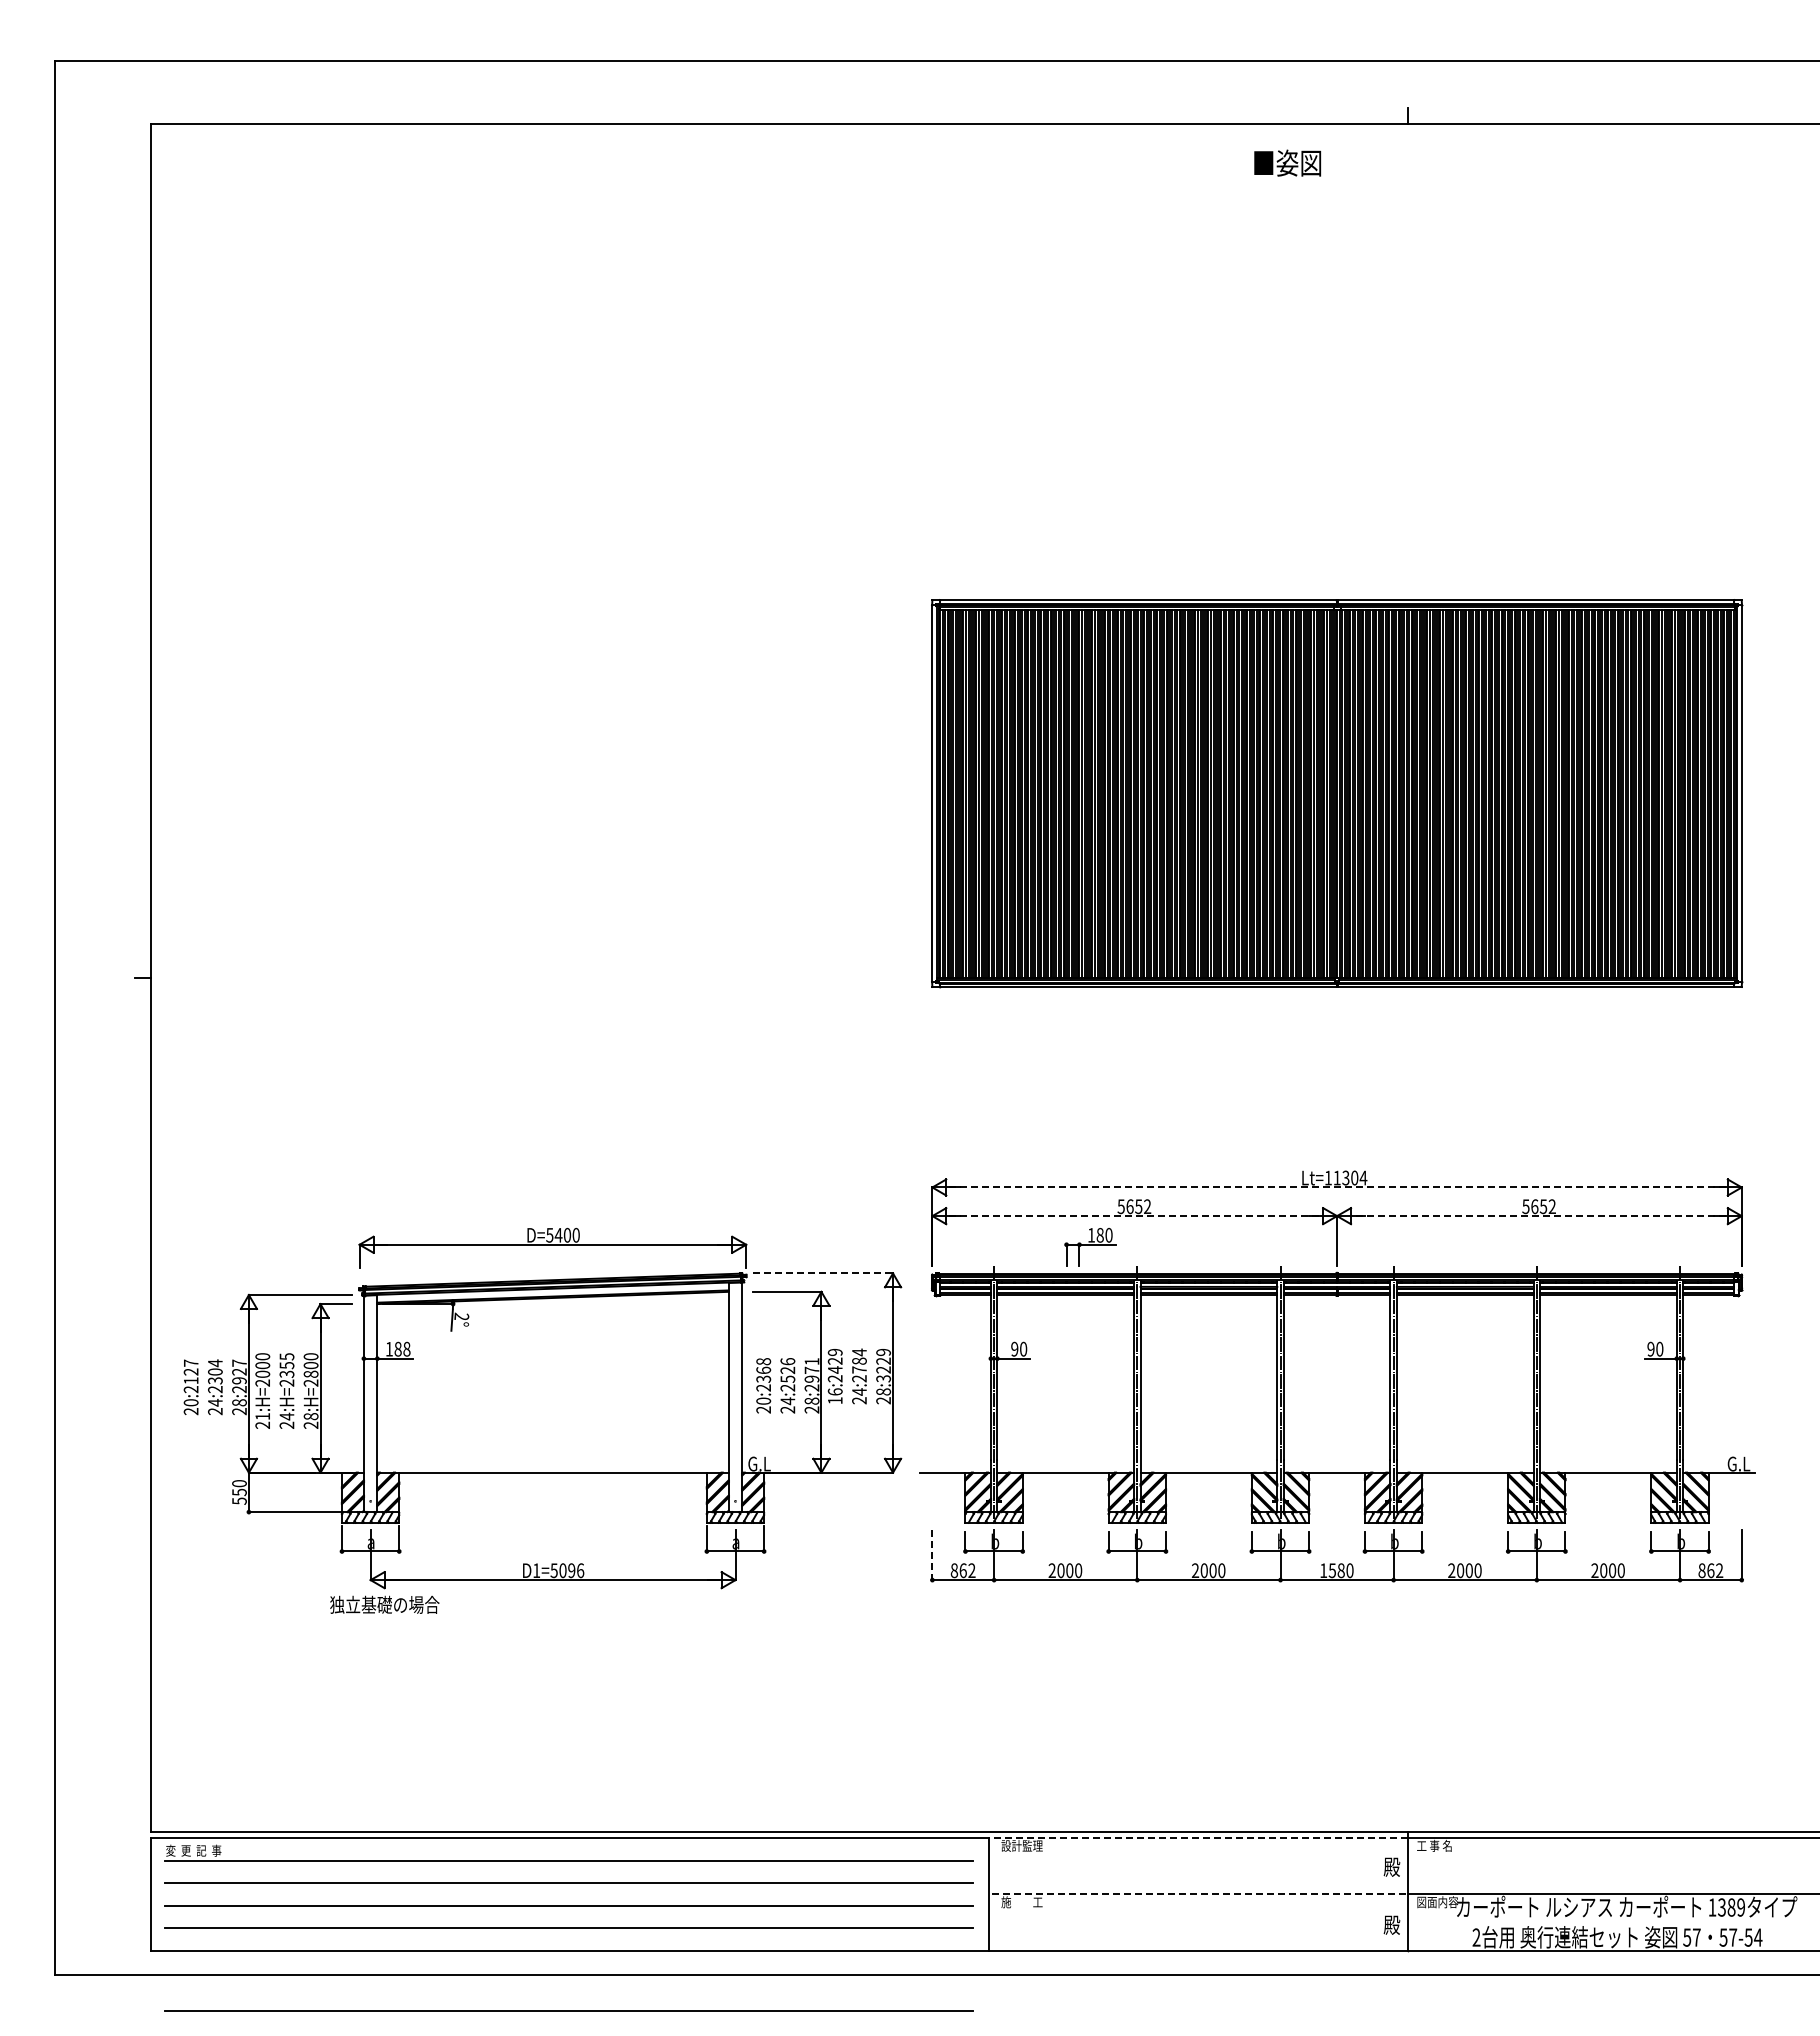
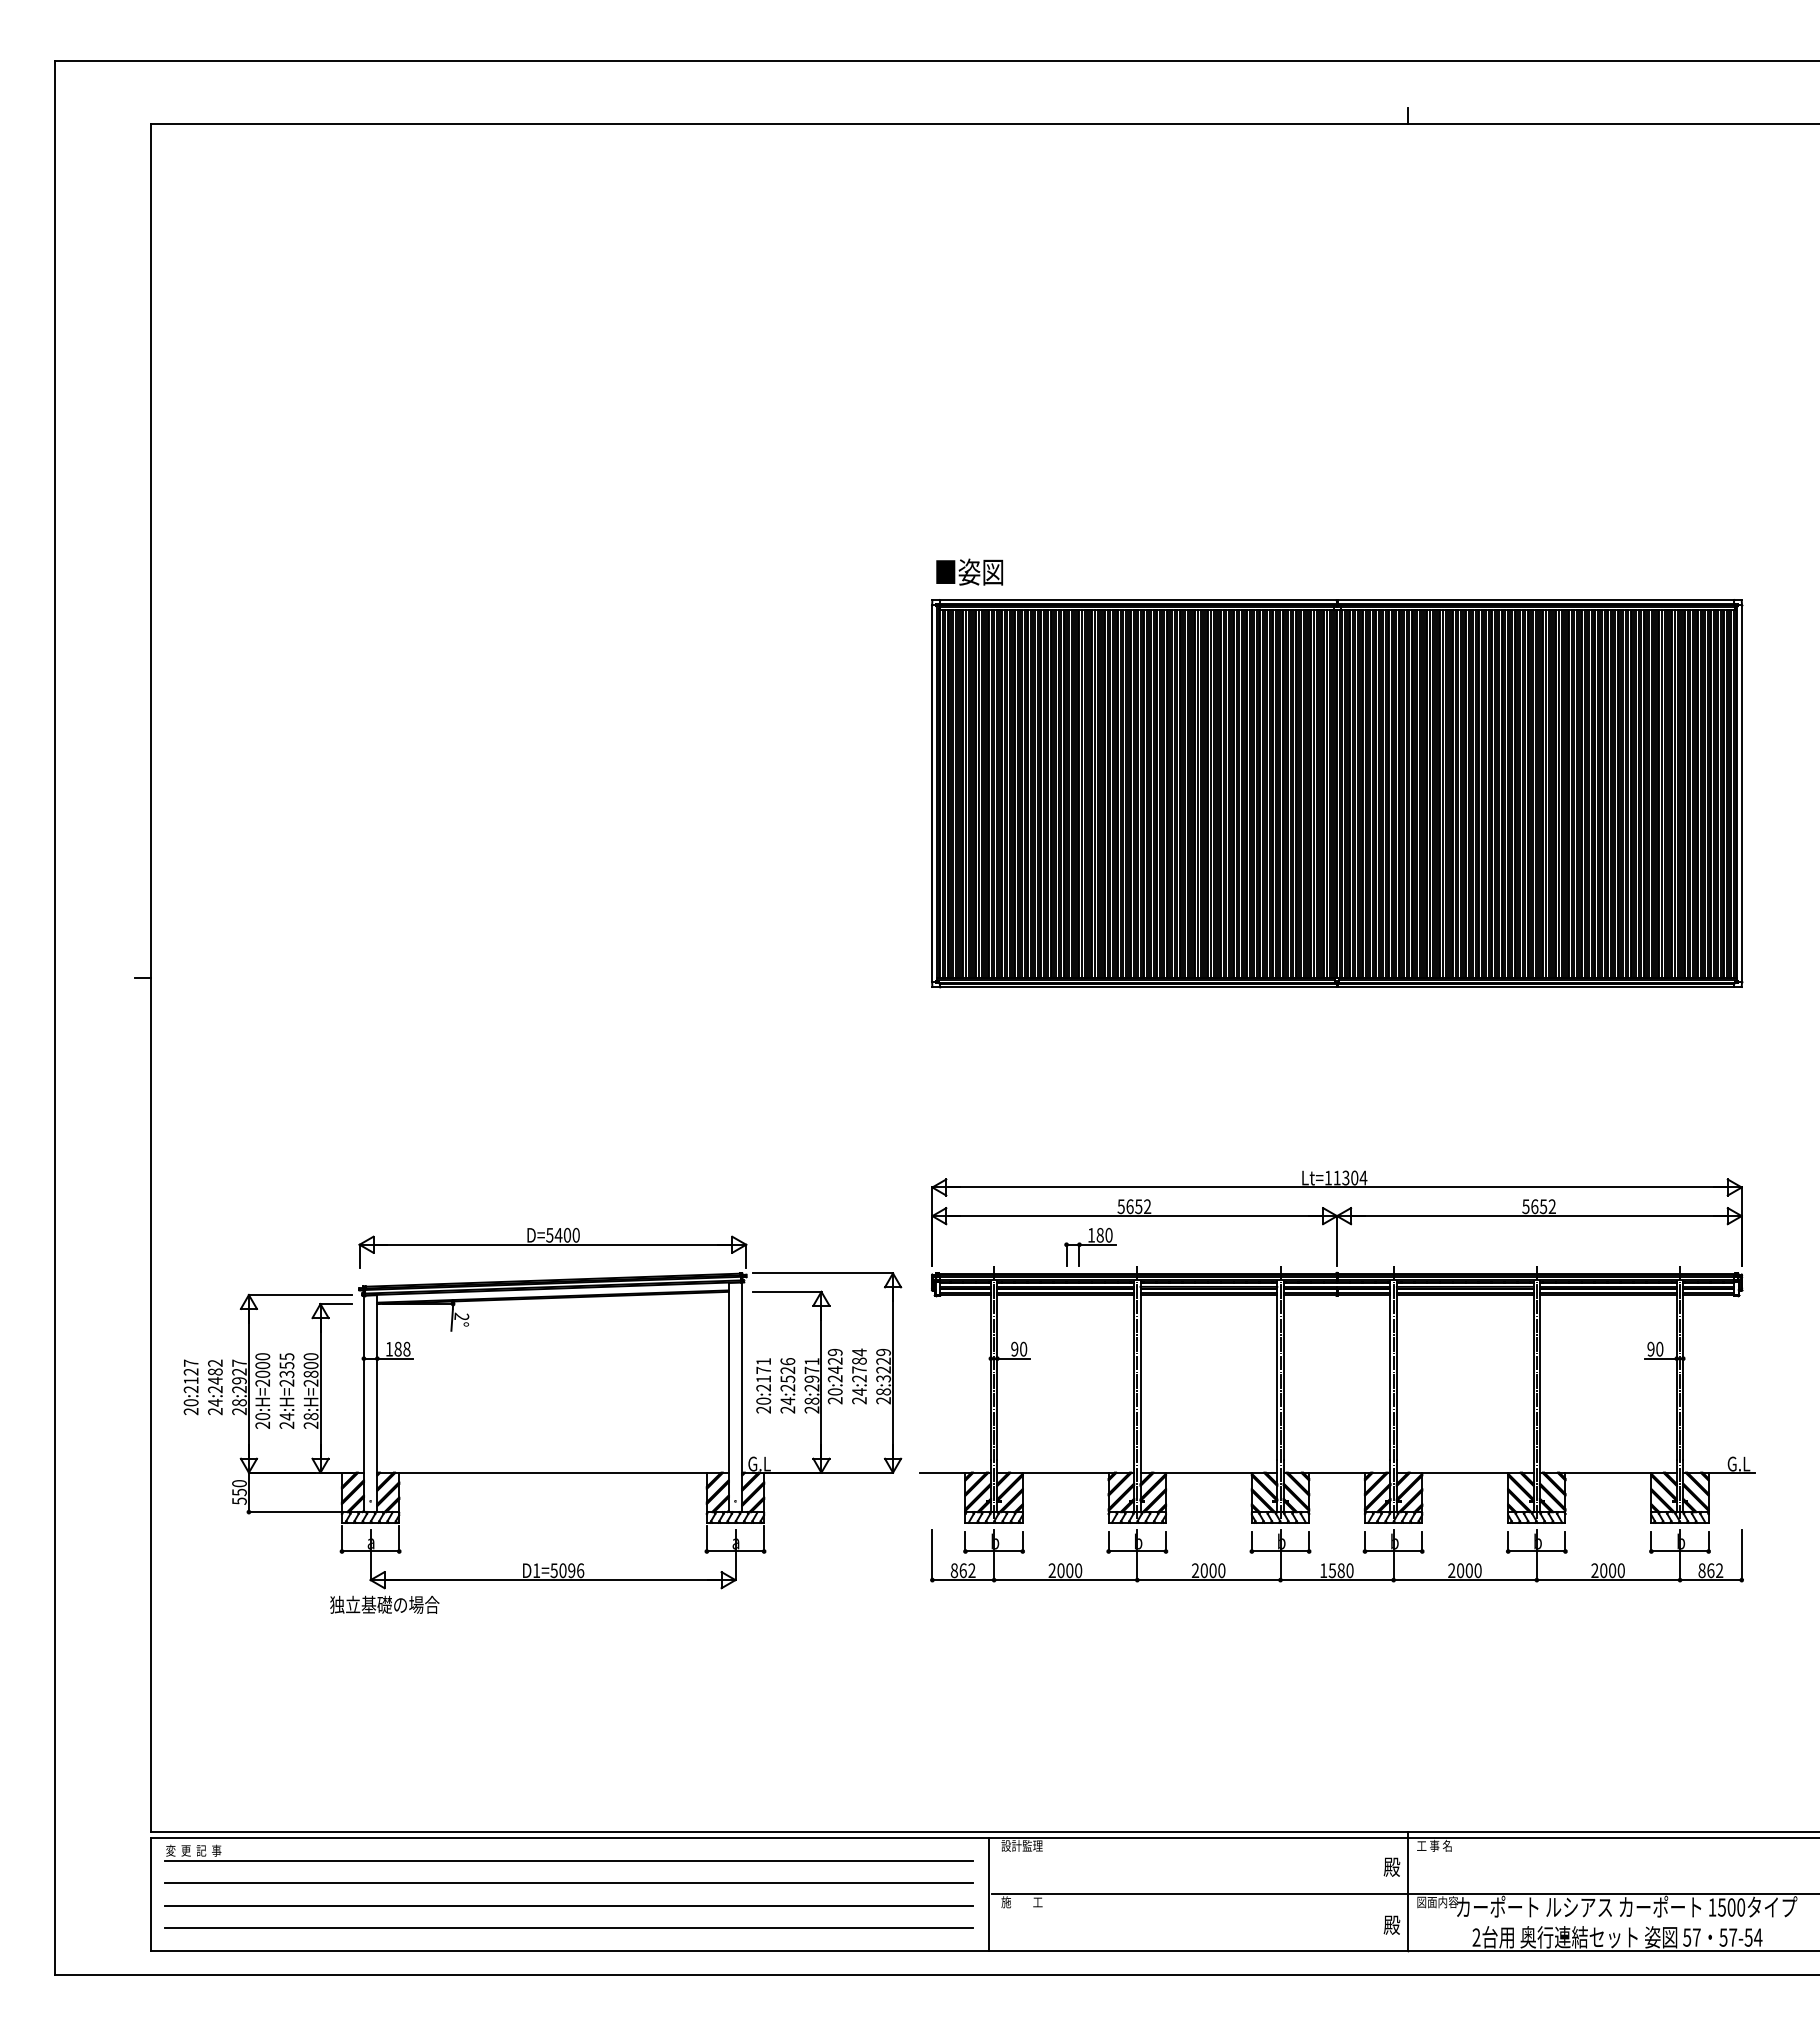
text at (1287, 162) position: (1287, 162) -> (969, 571)
line at (1337, 1187): dashed -> solid
line at (1135, 1216): dashed -> solid
line at (1538, 1216): dashed -> solid
line at (823, 1273): dashed -> solid
text at (763, 1370): 20:2368 -> 20:2171
text at (215, 1371): 24:2304 -> 24:2482
text at (834, 1396): 16:2429 -> 20:2429
text at (262, 1416): 21:H=2000 -> 20:H=2000
line at (932, 1555): dashed -> solid
line at (1198, 1838): dashed -> solid
line at (1200, 1894): dashed -> solid
text at (1731, 1907): 1389 -> 1500
line at (568, 2010): present -> none
